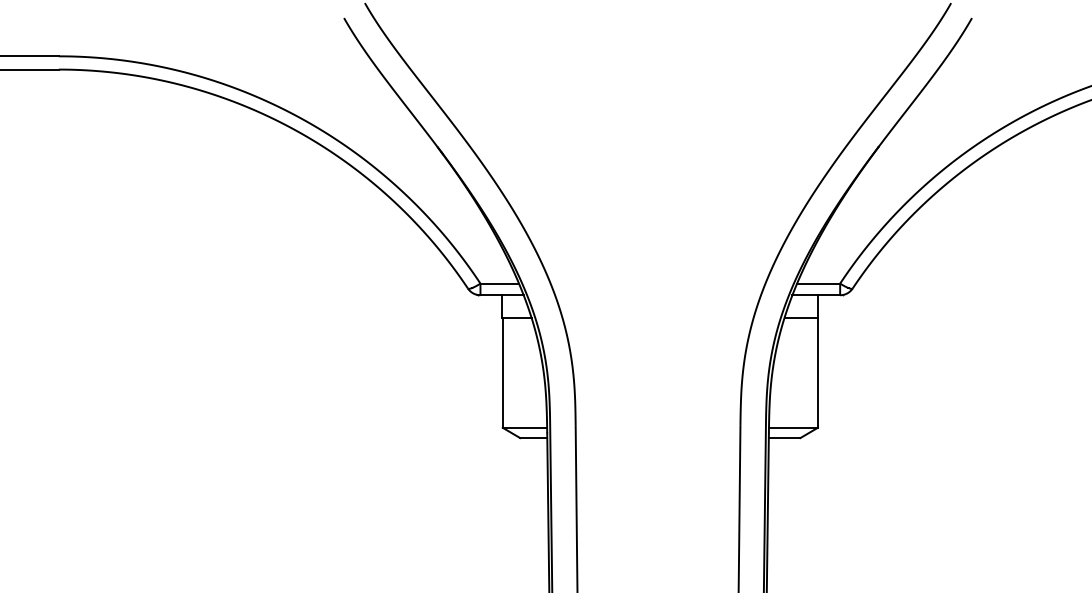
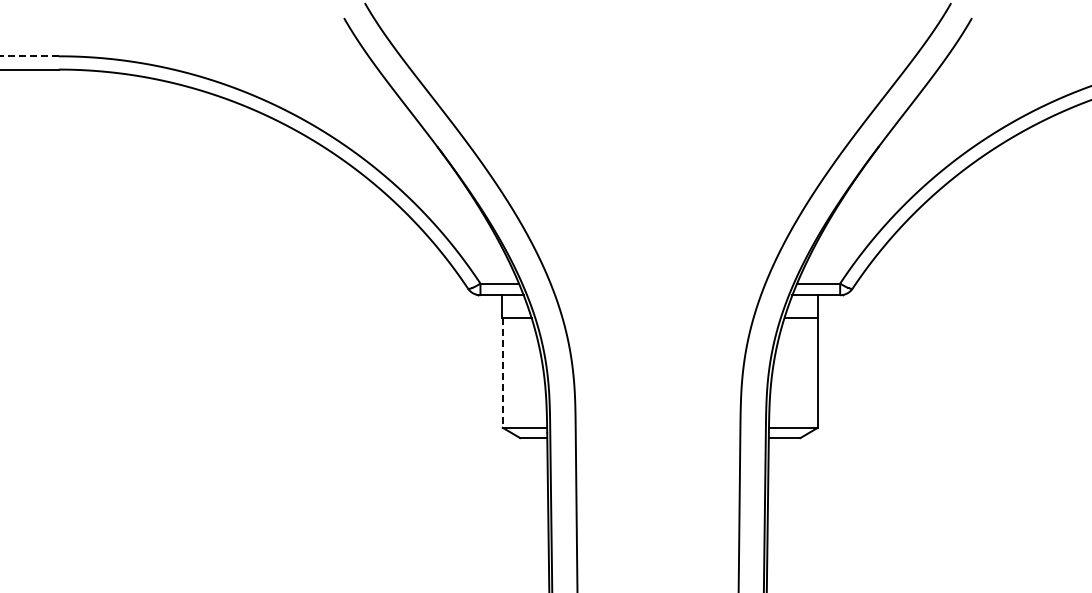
line at (29, 56): solid -> dashed
line at (502, 373): solid -> dashed
